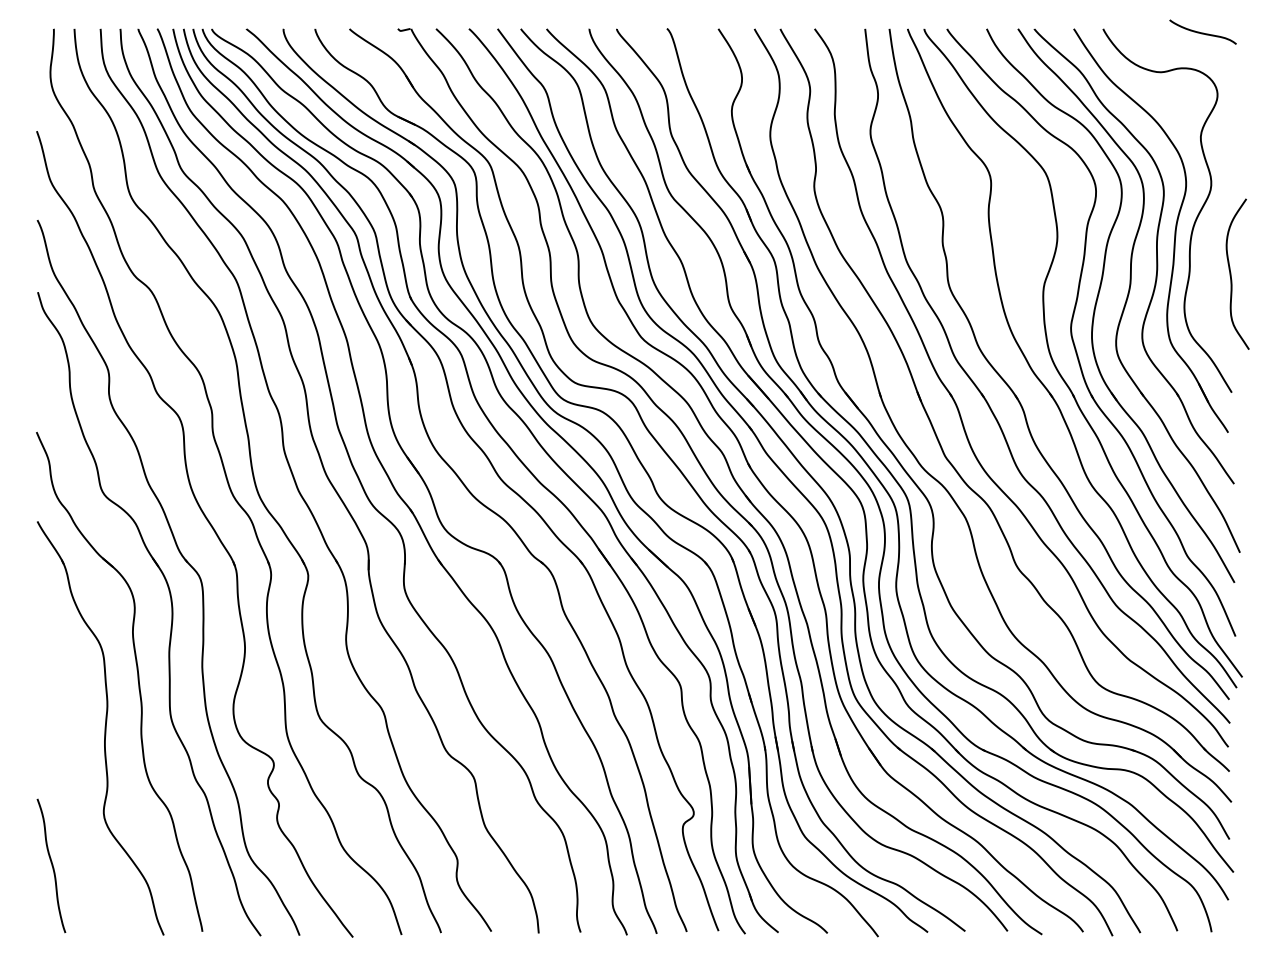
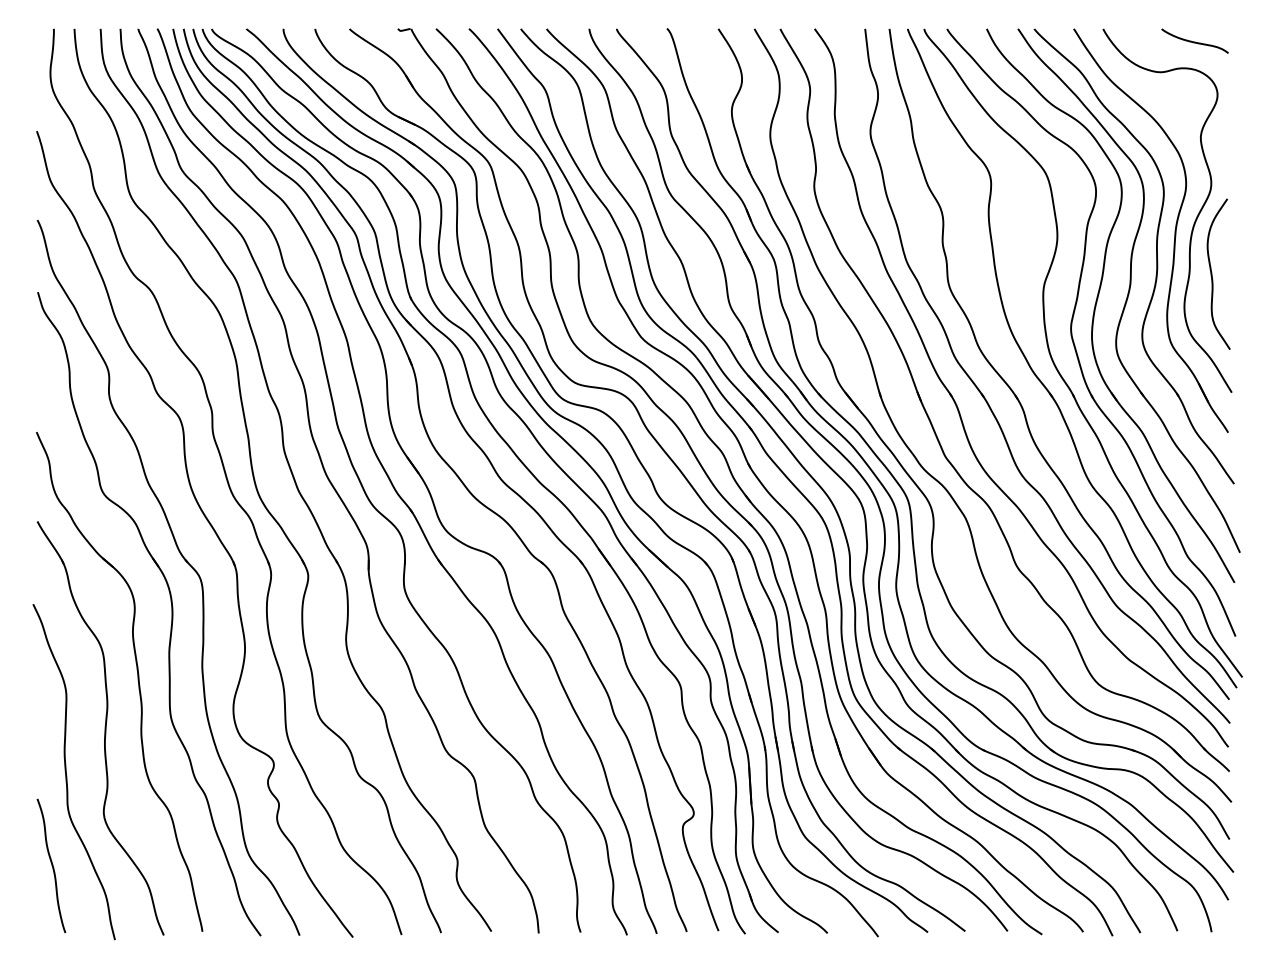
curve at (1202, 32) position: (1202, 32) -> (1194, 41)
curve at (1231, 273) position: (1231, 273) -> (1212, 273)
curve at (67, 775): none -> present
